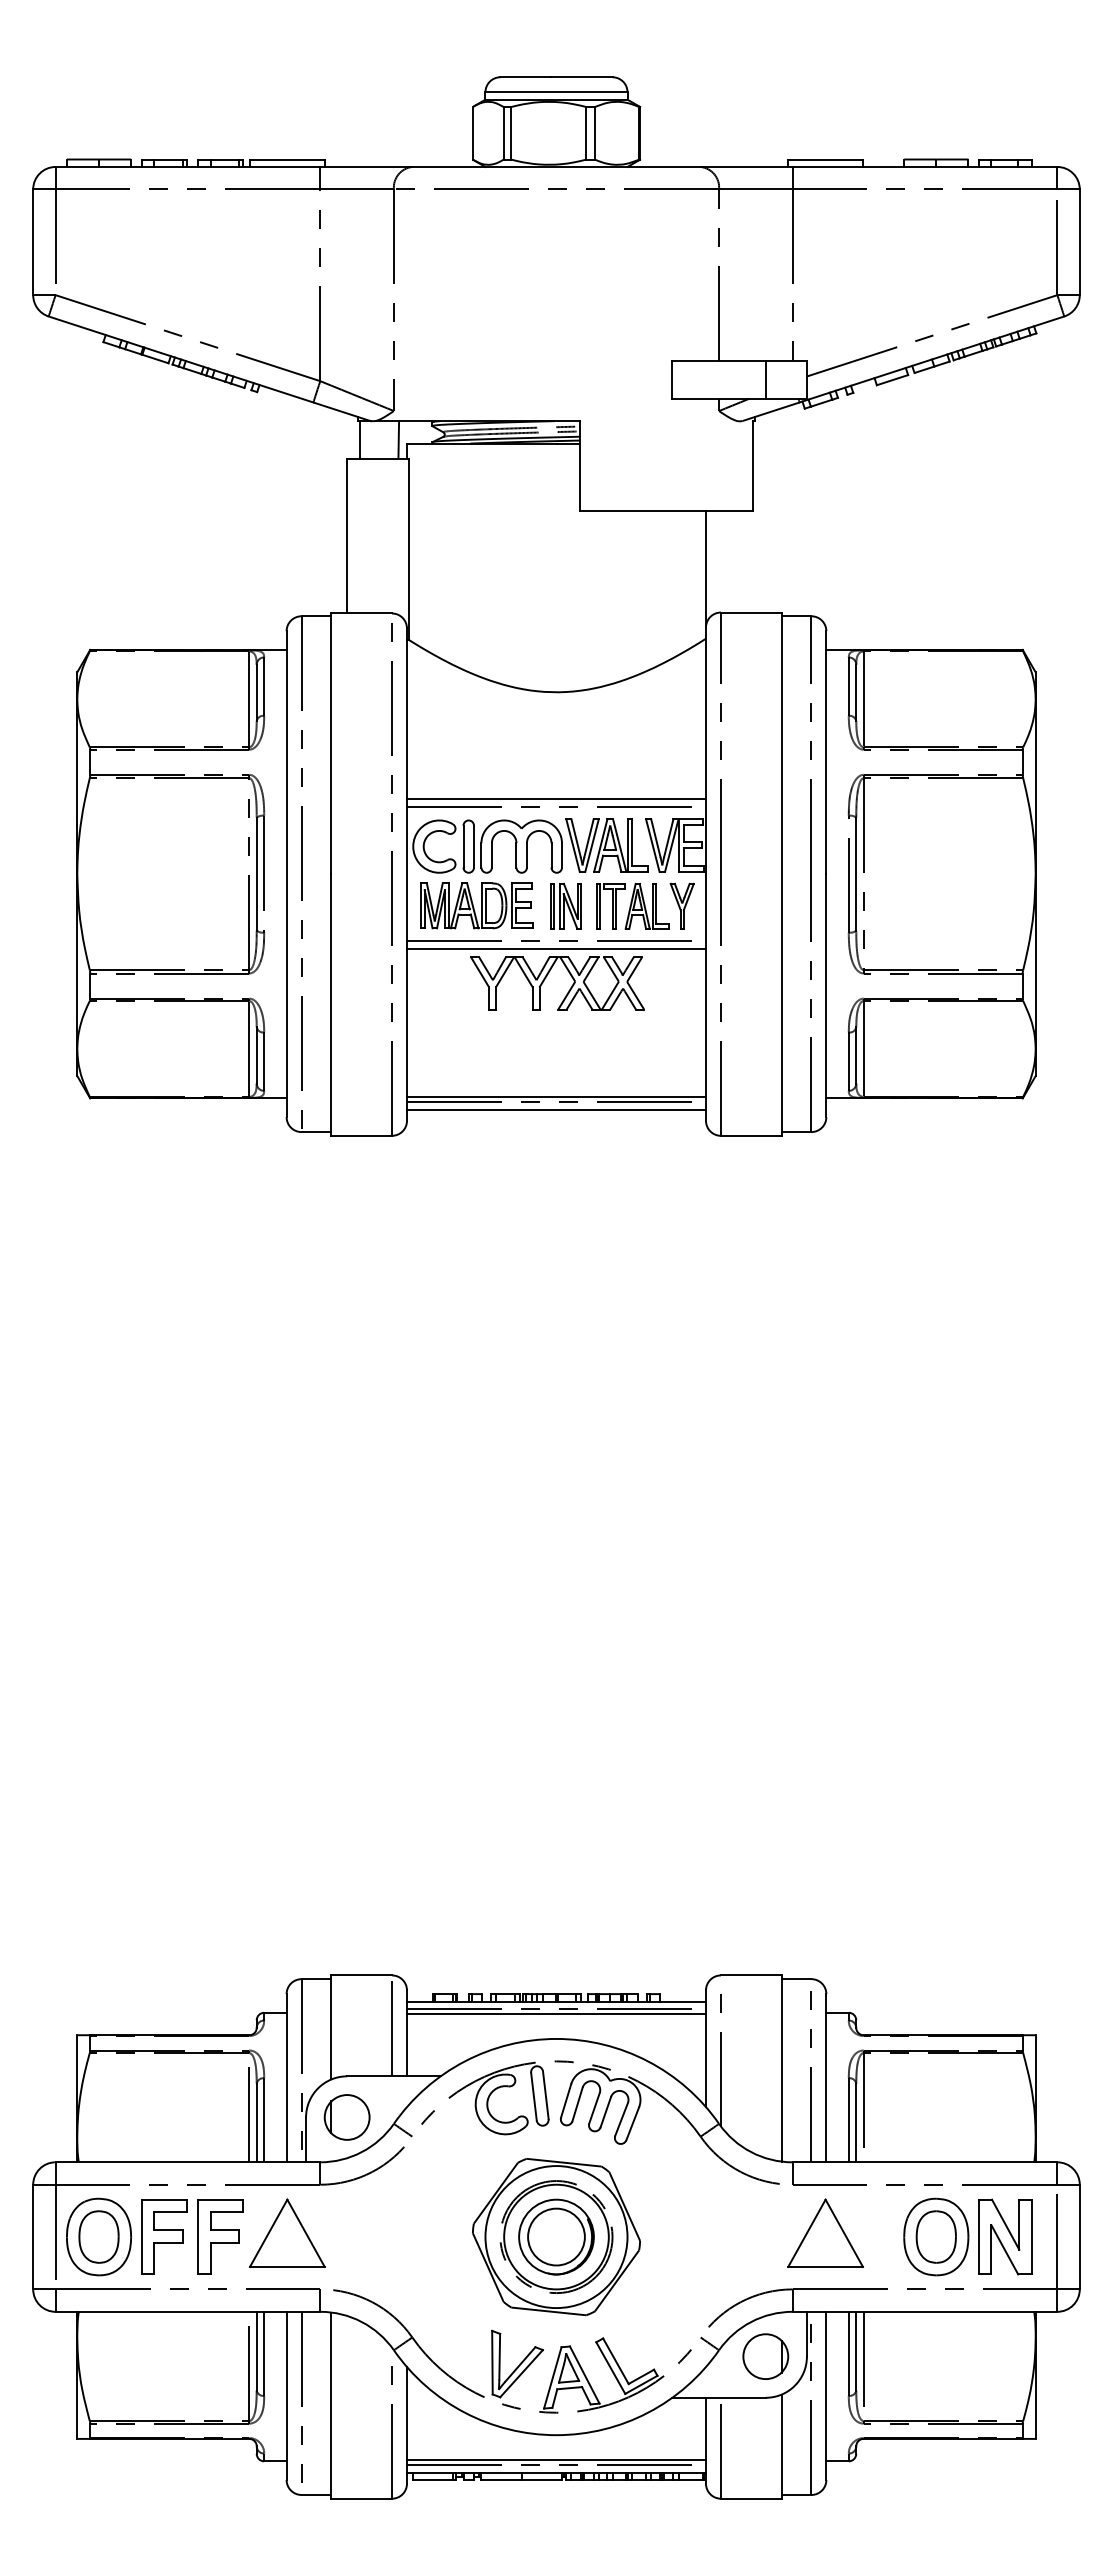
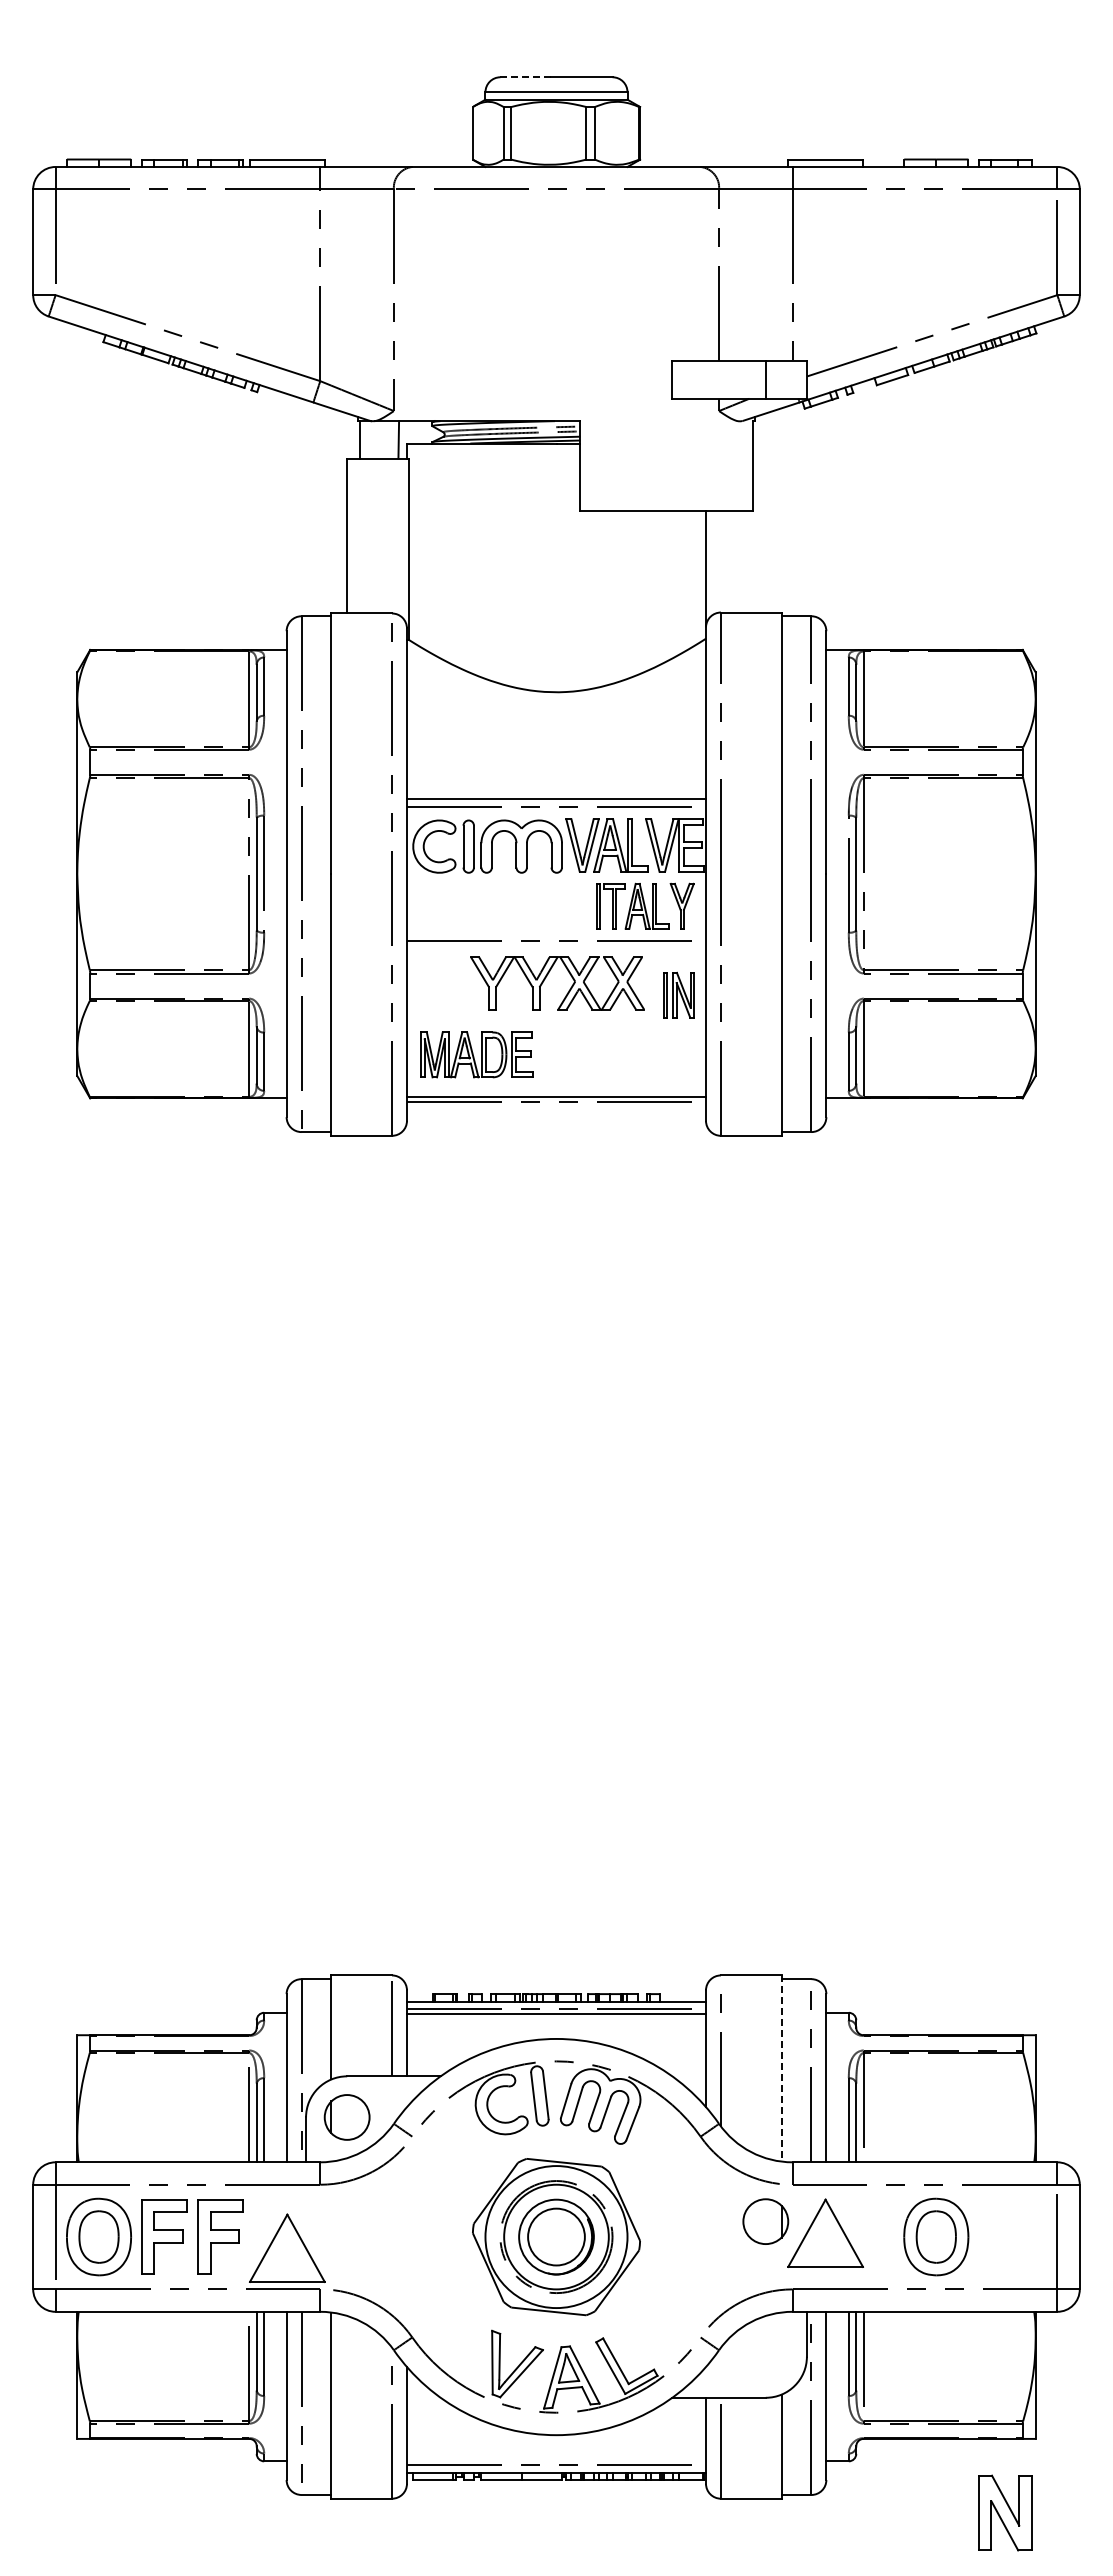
line at (526, 77): solid -> dashed
part at (476, 905) position: (476, 905) -> (476, 1054)
part at (565, 905) position: (565, 905) -> (678, 994)
line at (556, 948): present -> none
line at (556, 1109): present -> none
line at (781, 2069): solid -> dashed
part at (287, 2232) position: (287, 2232) -> (287, 2247)
part at (1005, 2236) position: (1005, 2236) -> (1005, 2512)
part at (765, 2356) position: (765, 2356) -> (765, 2221)
line at (556, 2460): present -> none
